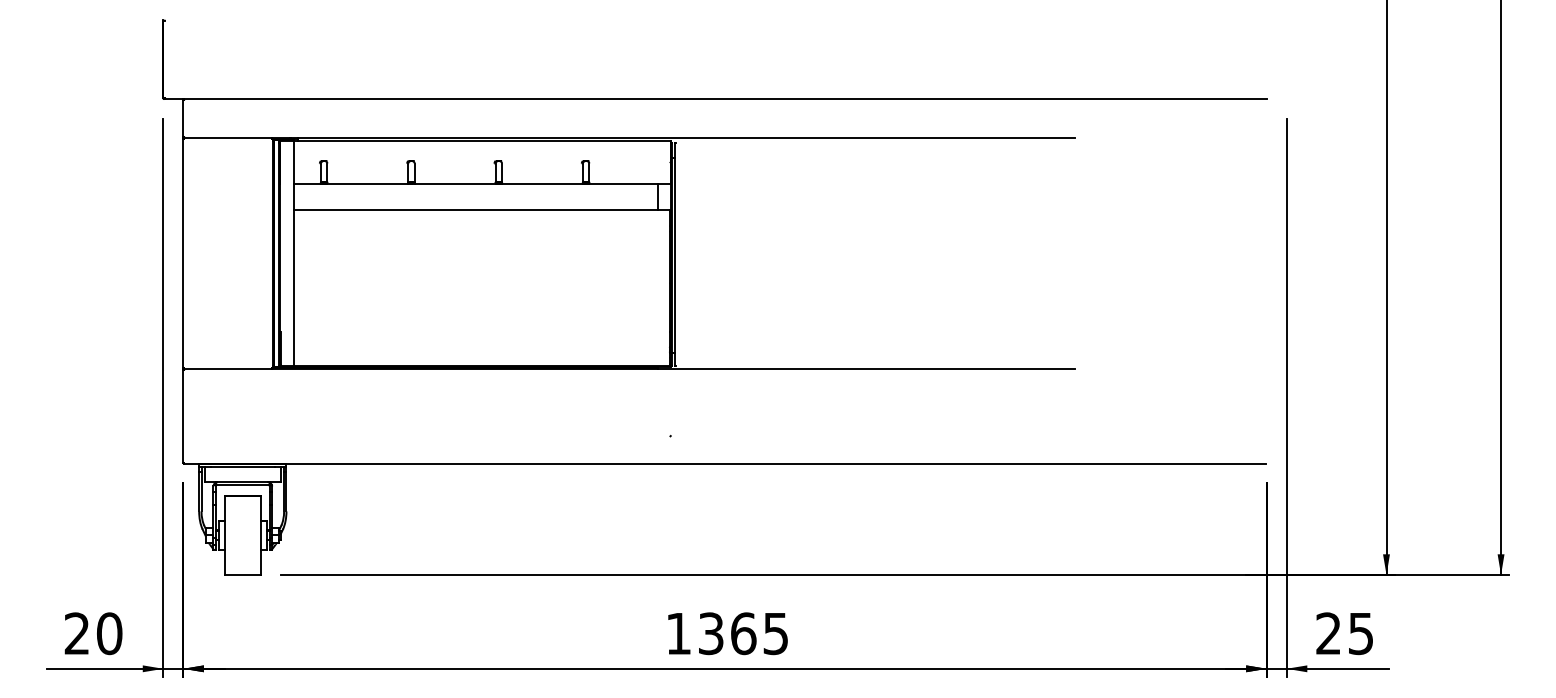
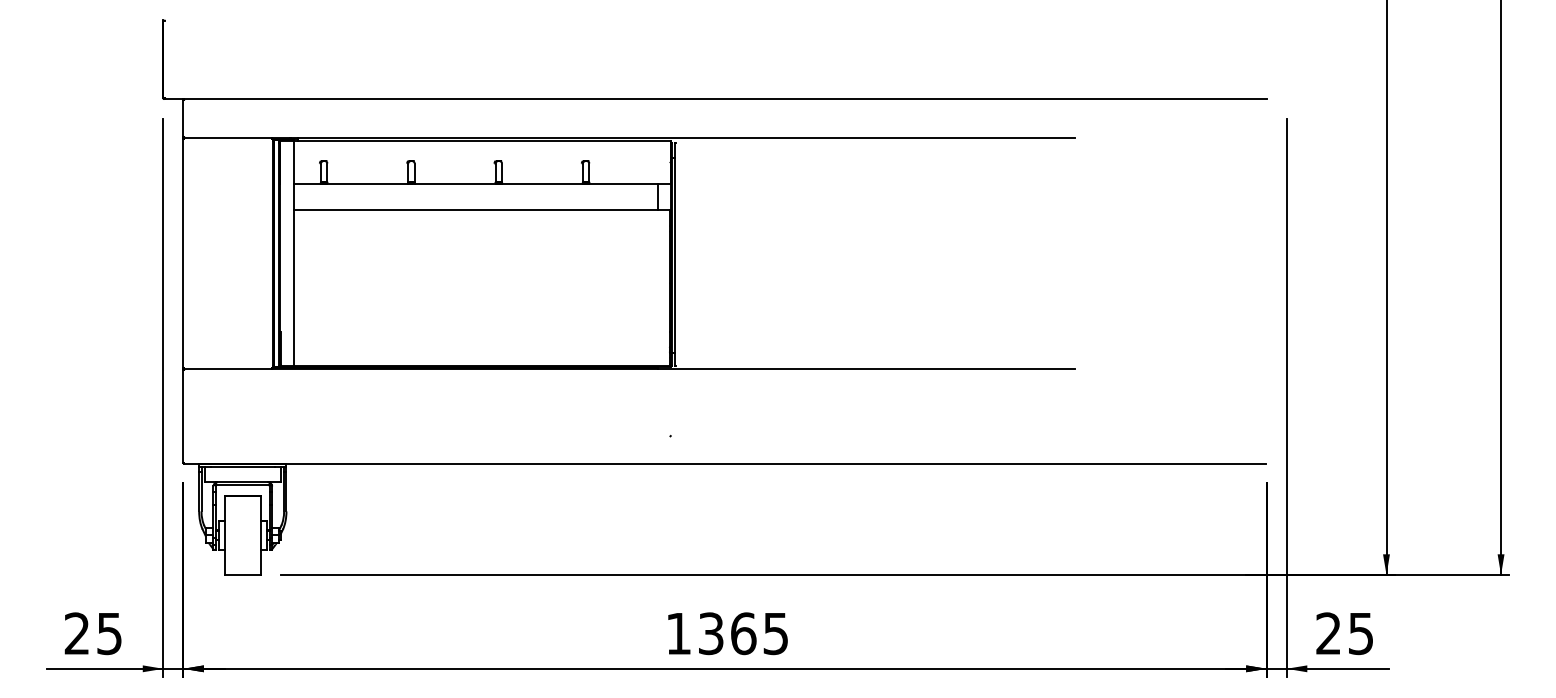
text at (109, 633): 20 -> 25
